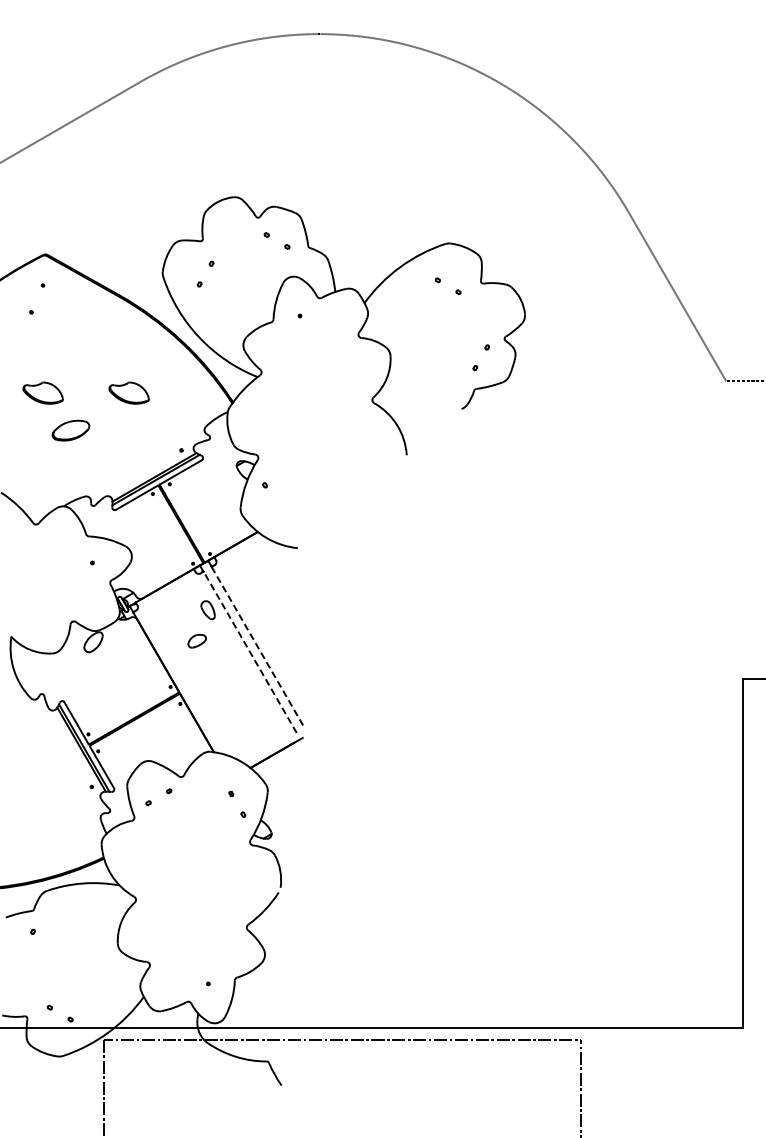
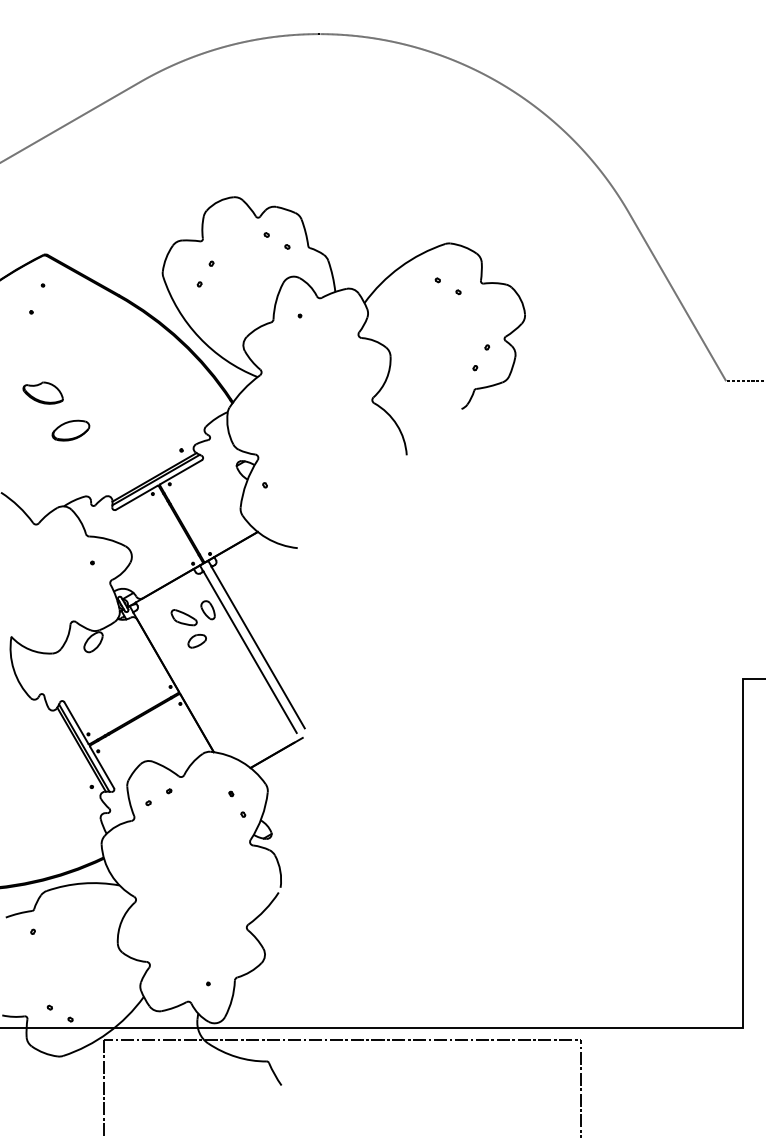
part at (128, 392): present -> none
part at (183, 617): none -> present
line at (258, 648): dashed -> solid
line at (249, 651): dashed -> solid
